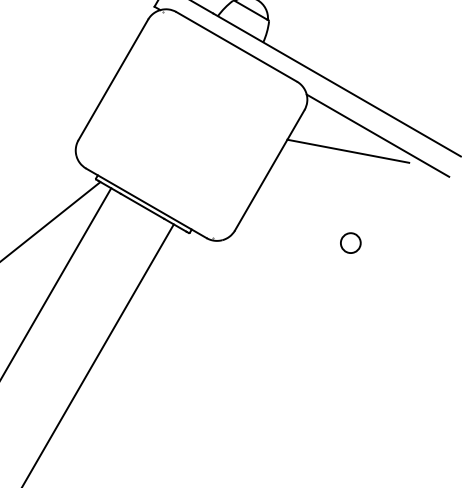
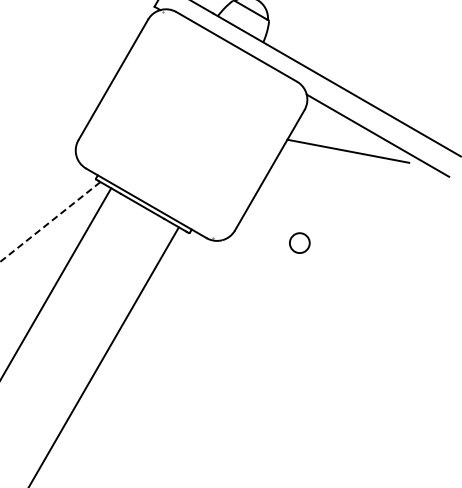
line at (49, 222): solid -> dashed
circle at (350, 242) position: (350, 242) -> (299, 242)
line at (98, 354) position: (98, 354) -> (104, 355)
